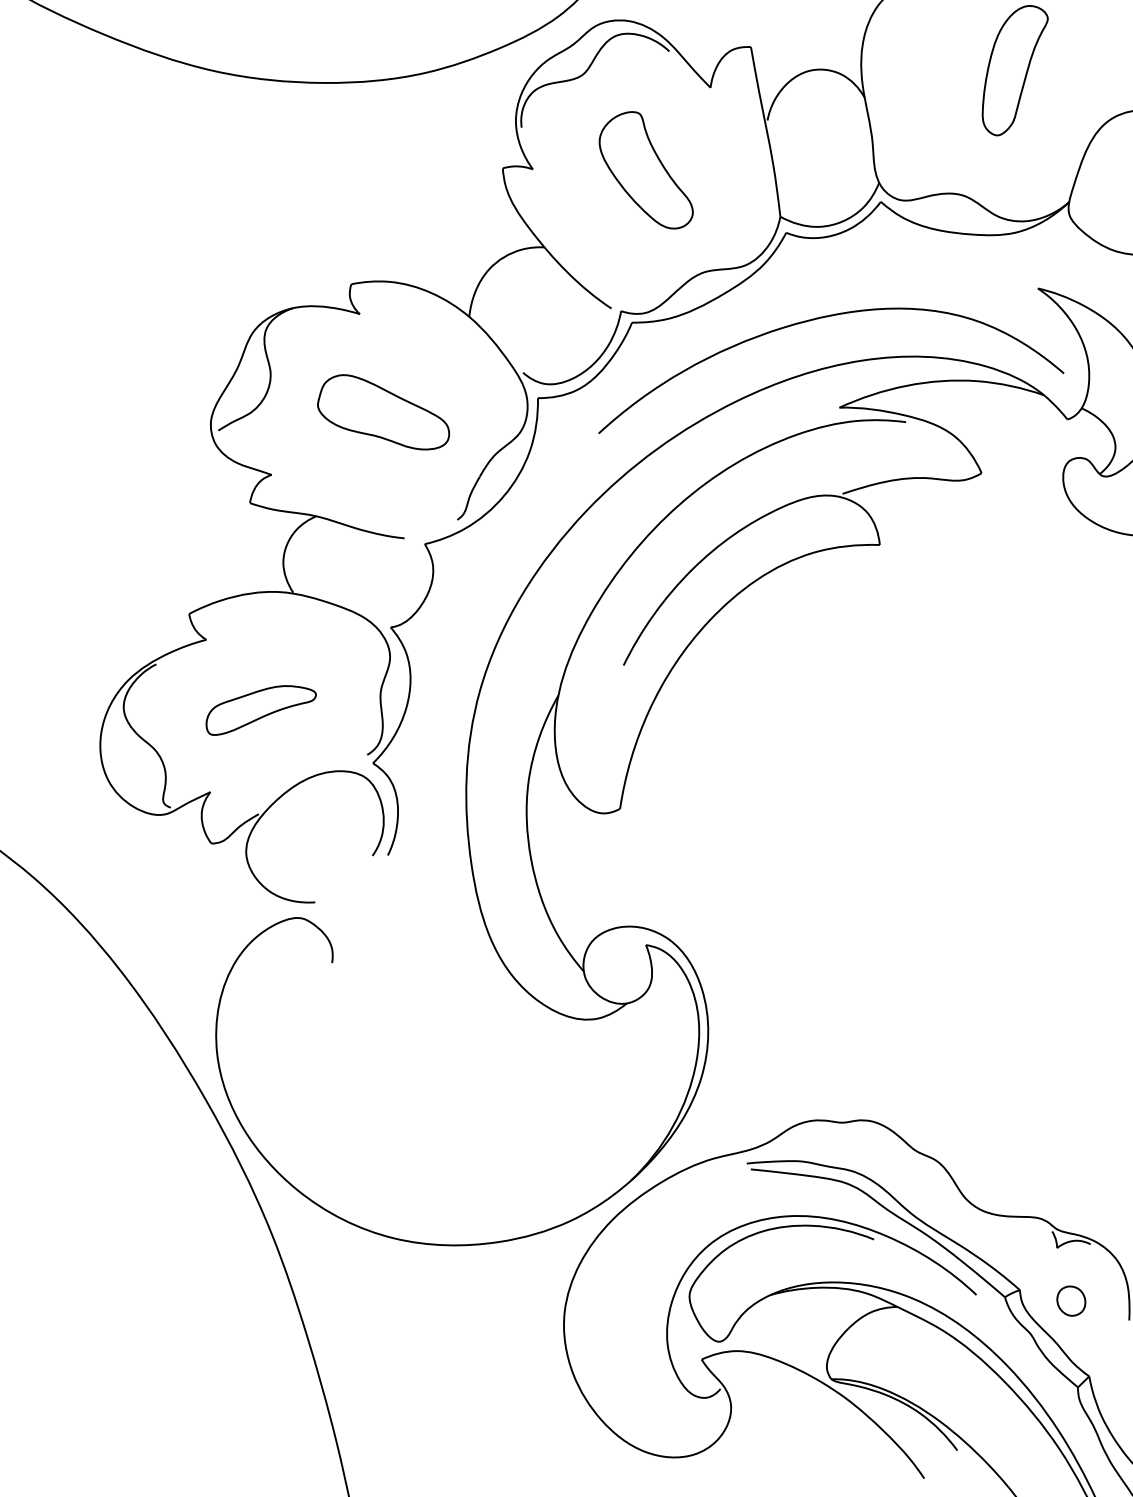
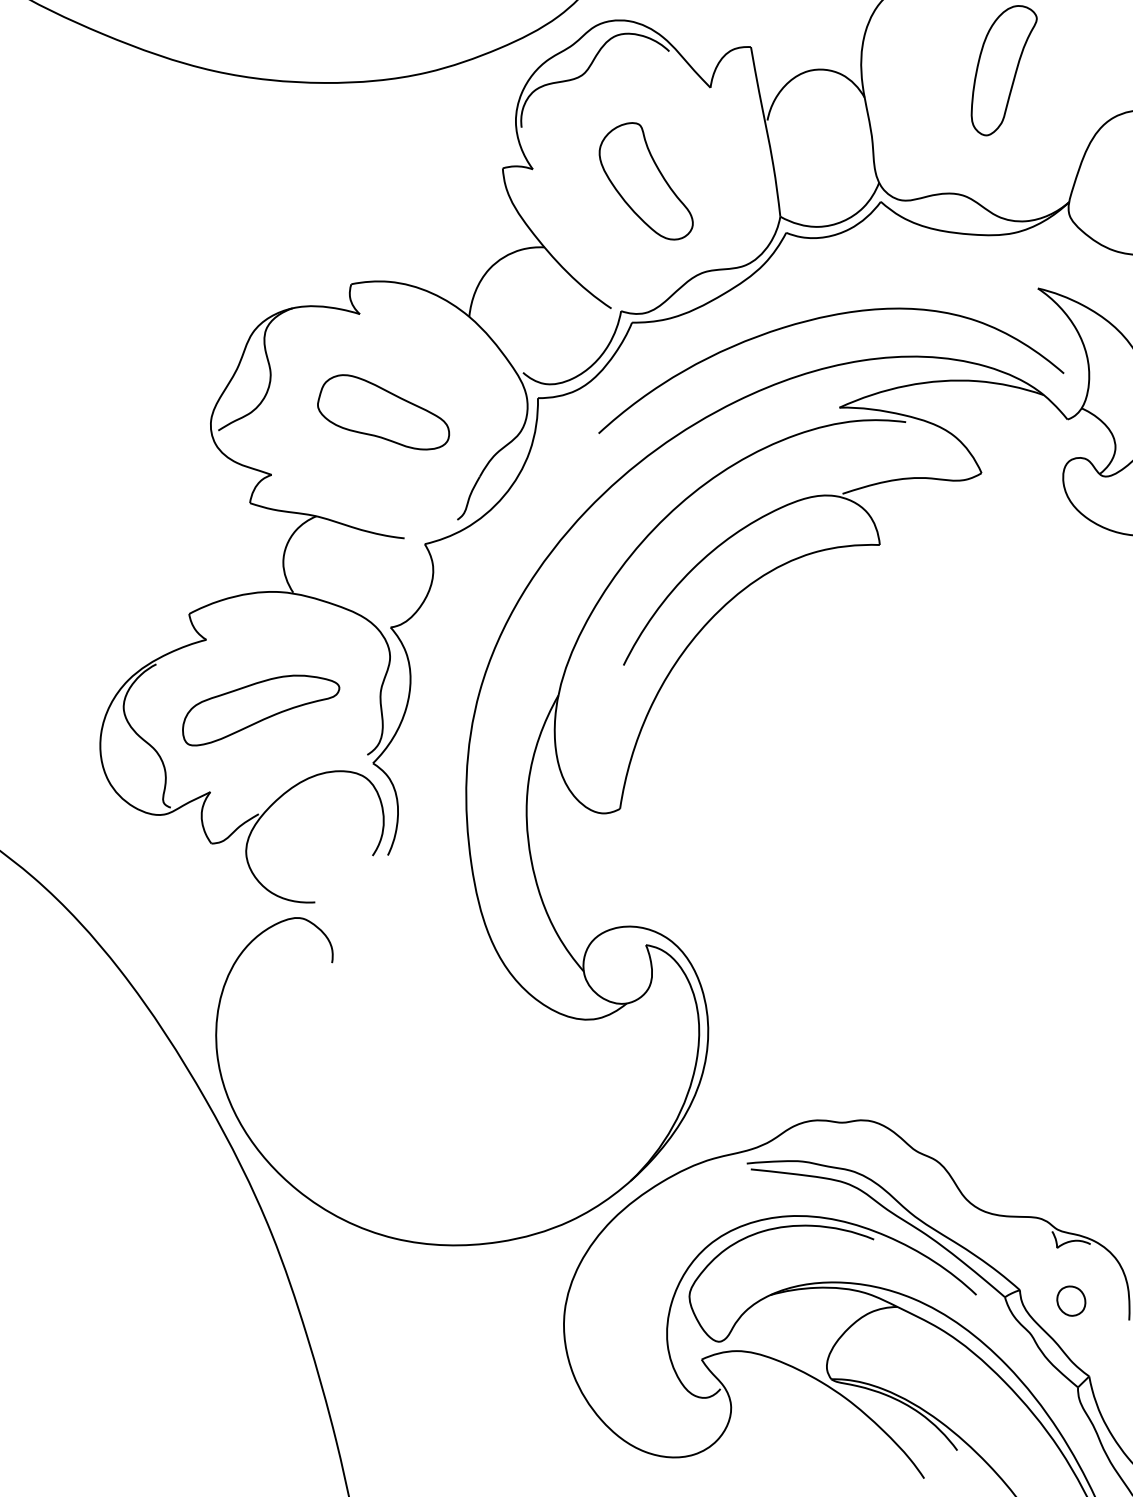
part at (1014, 70) position: (1014, 70) -> (1003, 70)
part at (645, 170) position: (645, 170) -> (645, 181)
part at (260, 710) size: 112x51 px -> 159x73 px
